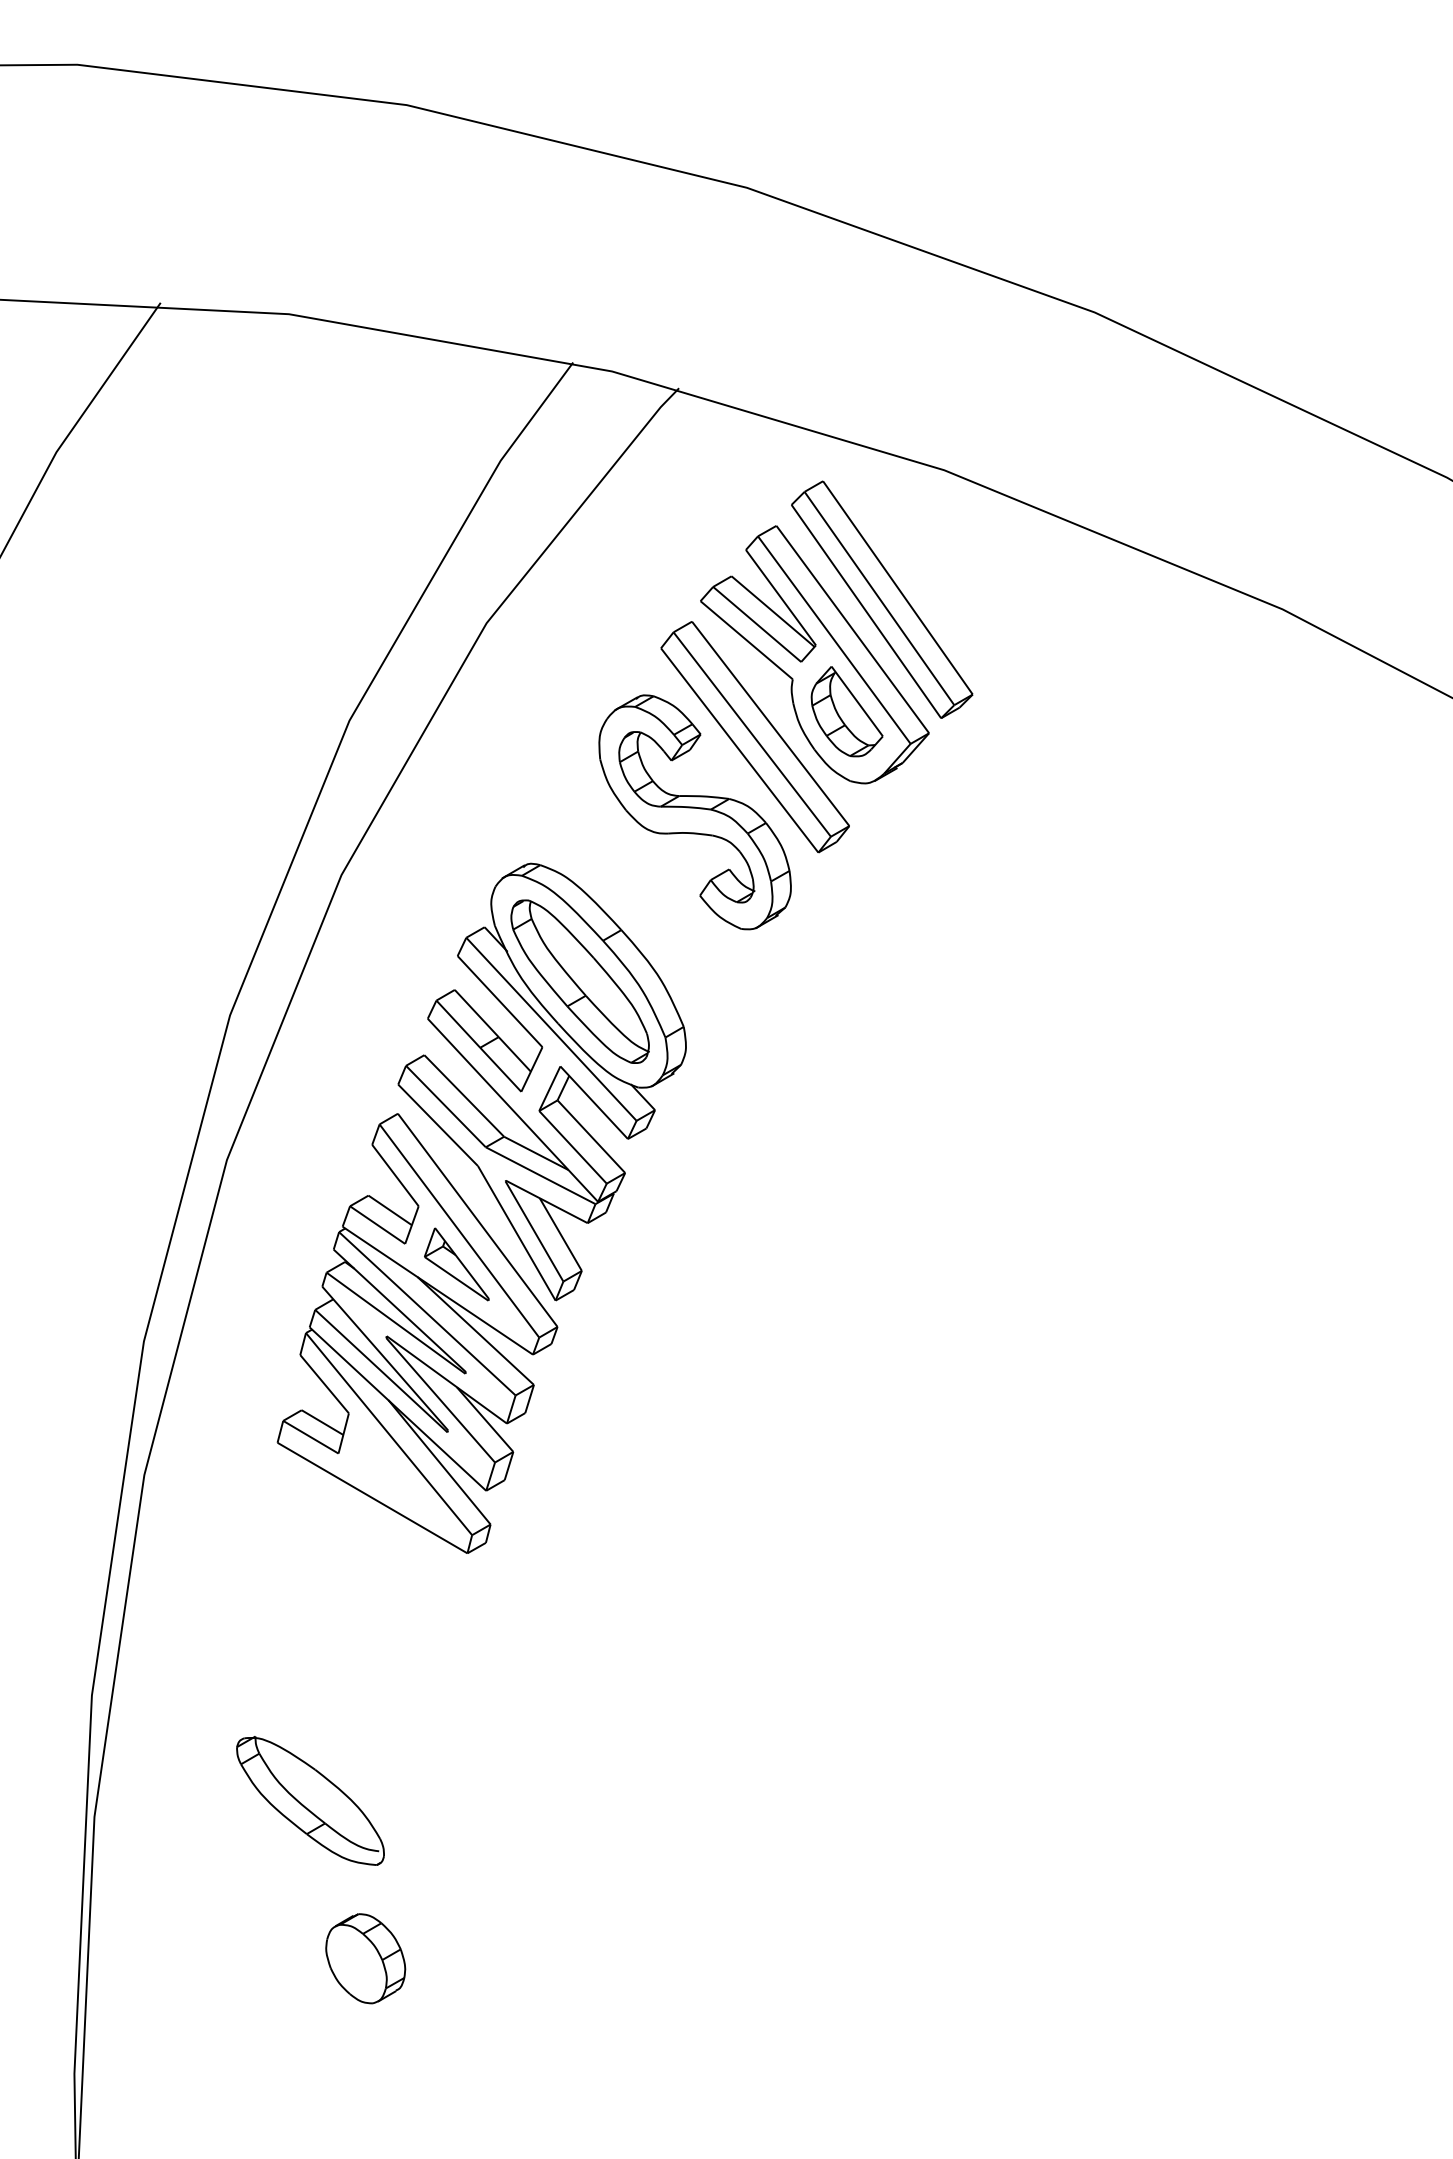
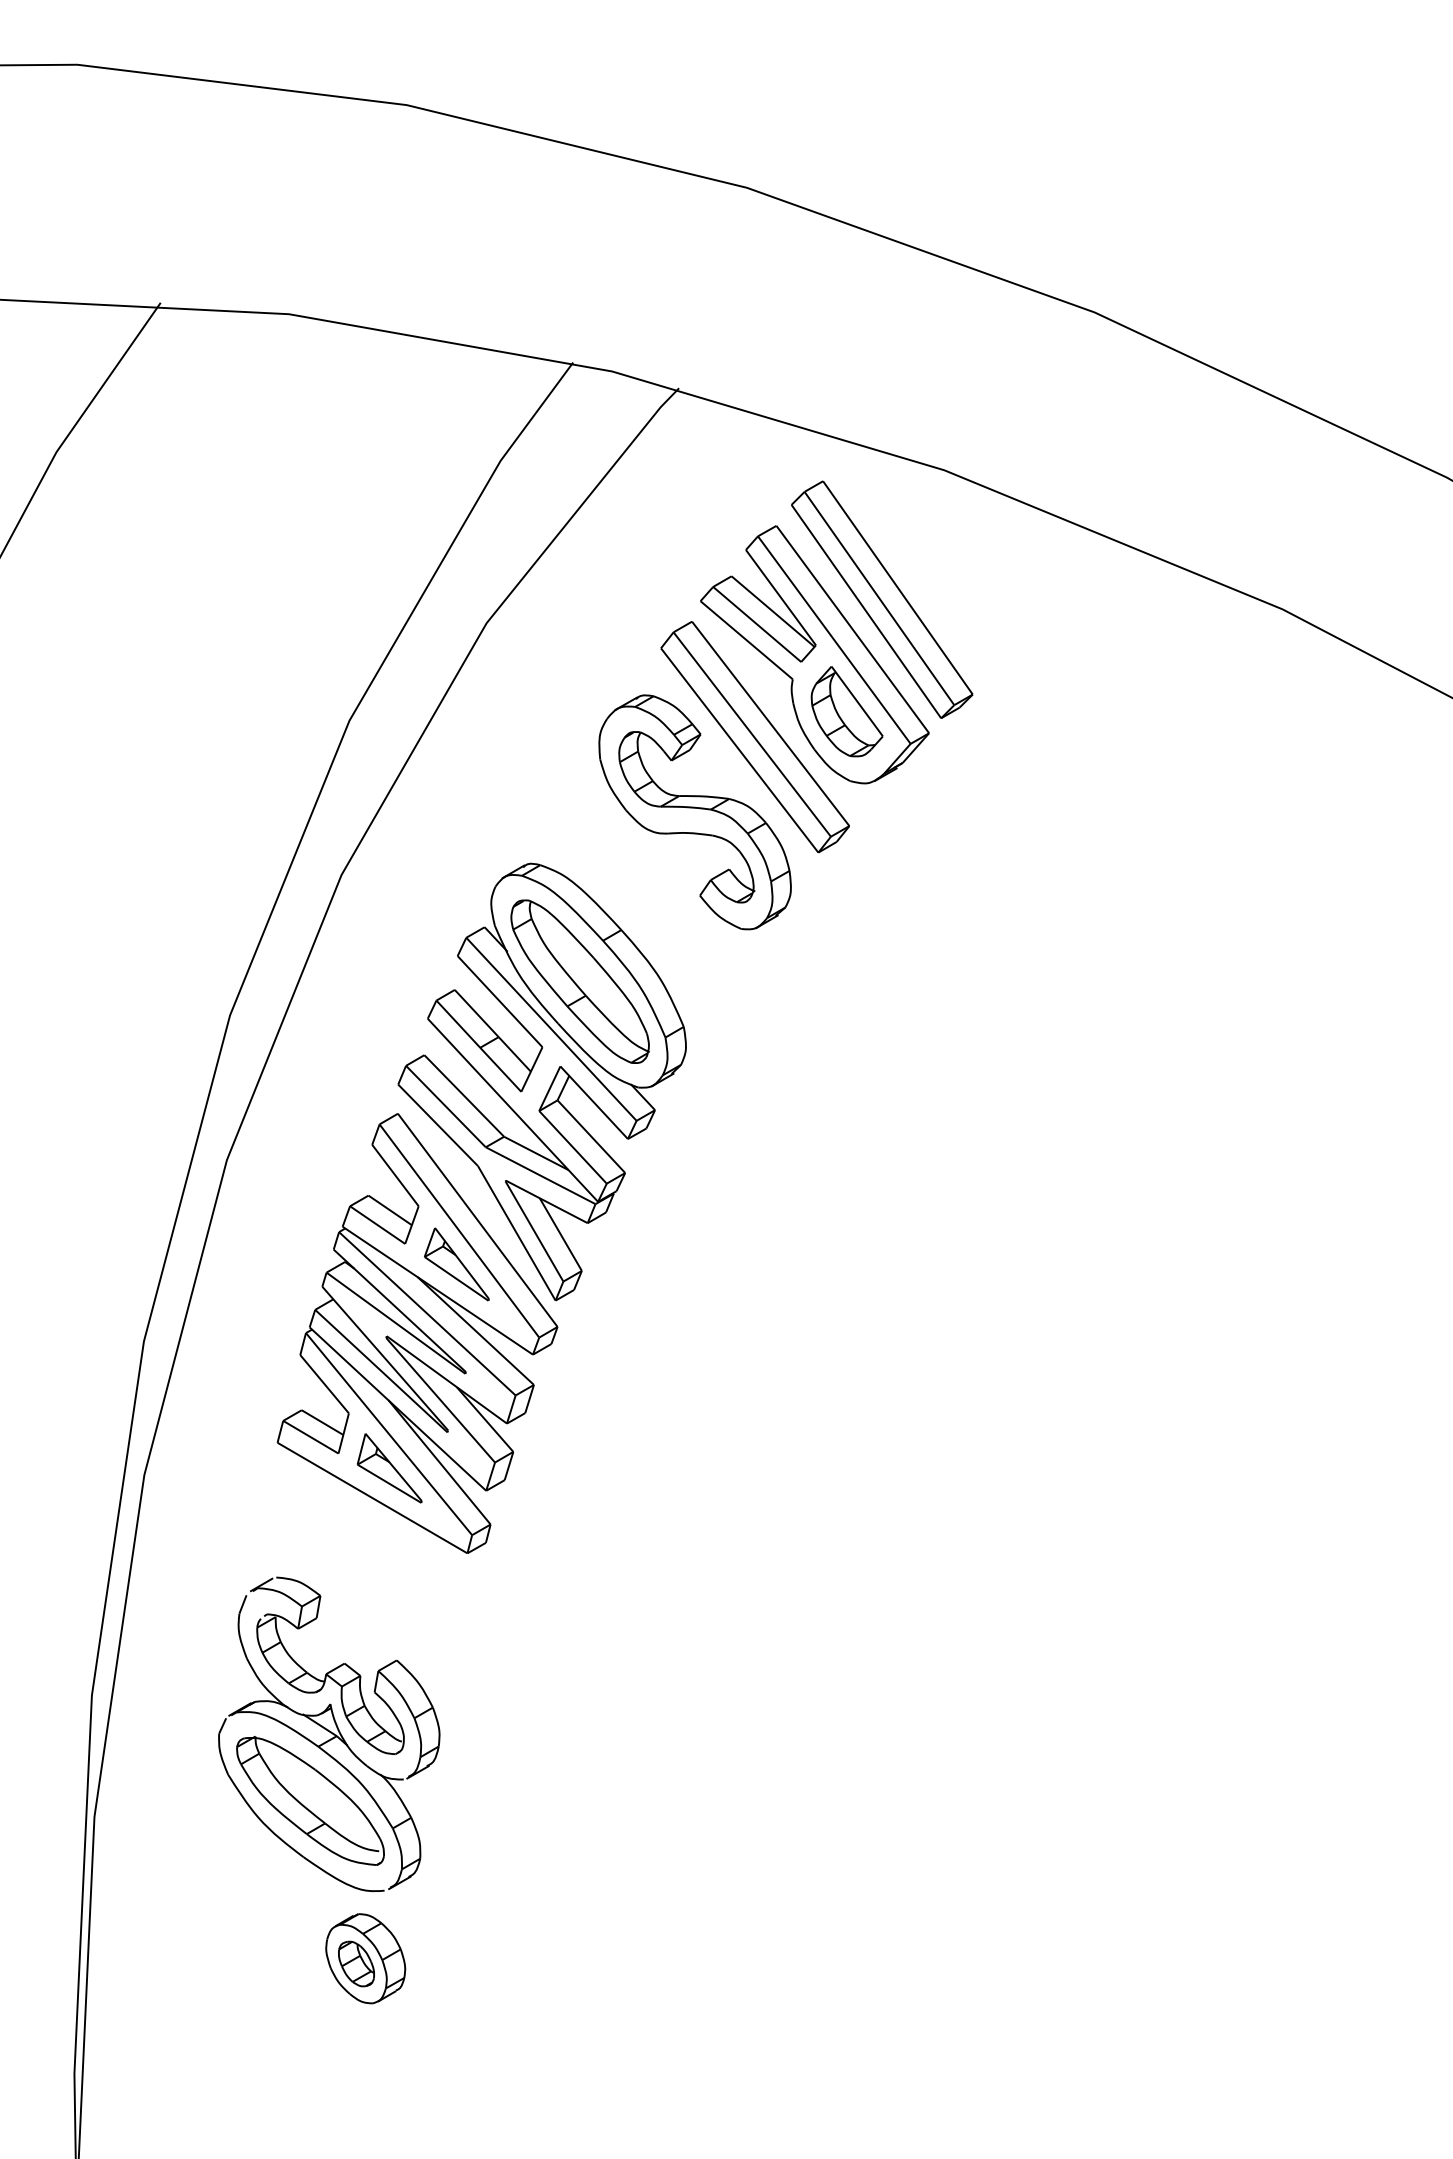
part at (389, 1468): none -> present
part at (329, 1733): none -> present
part at (356, 1963): none -> present
